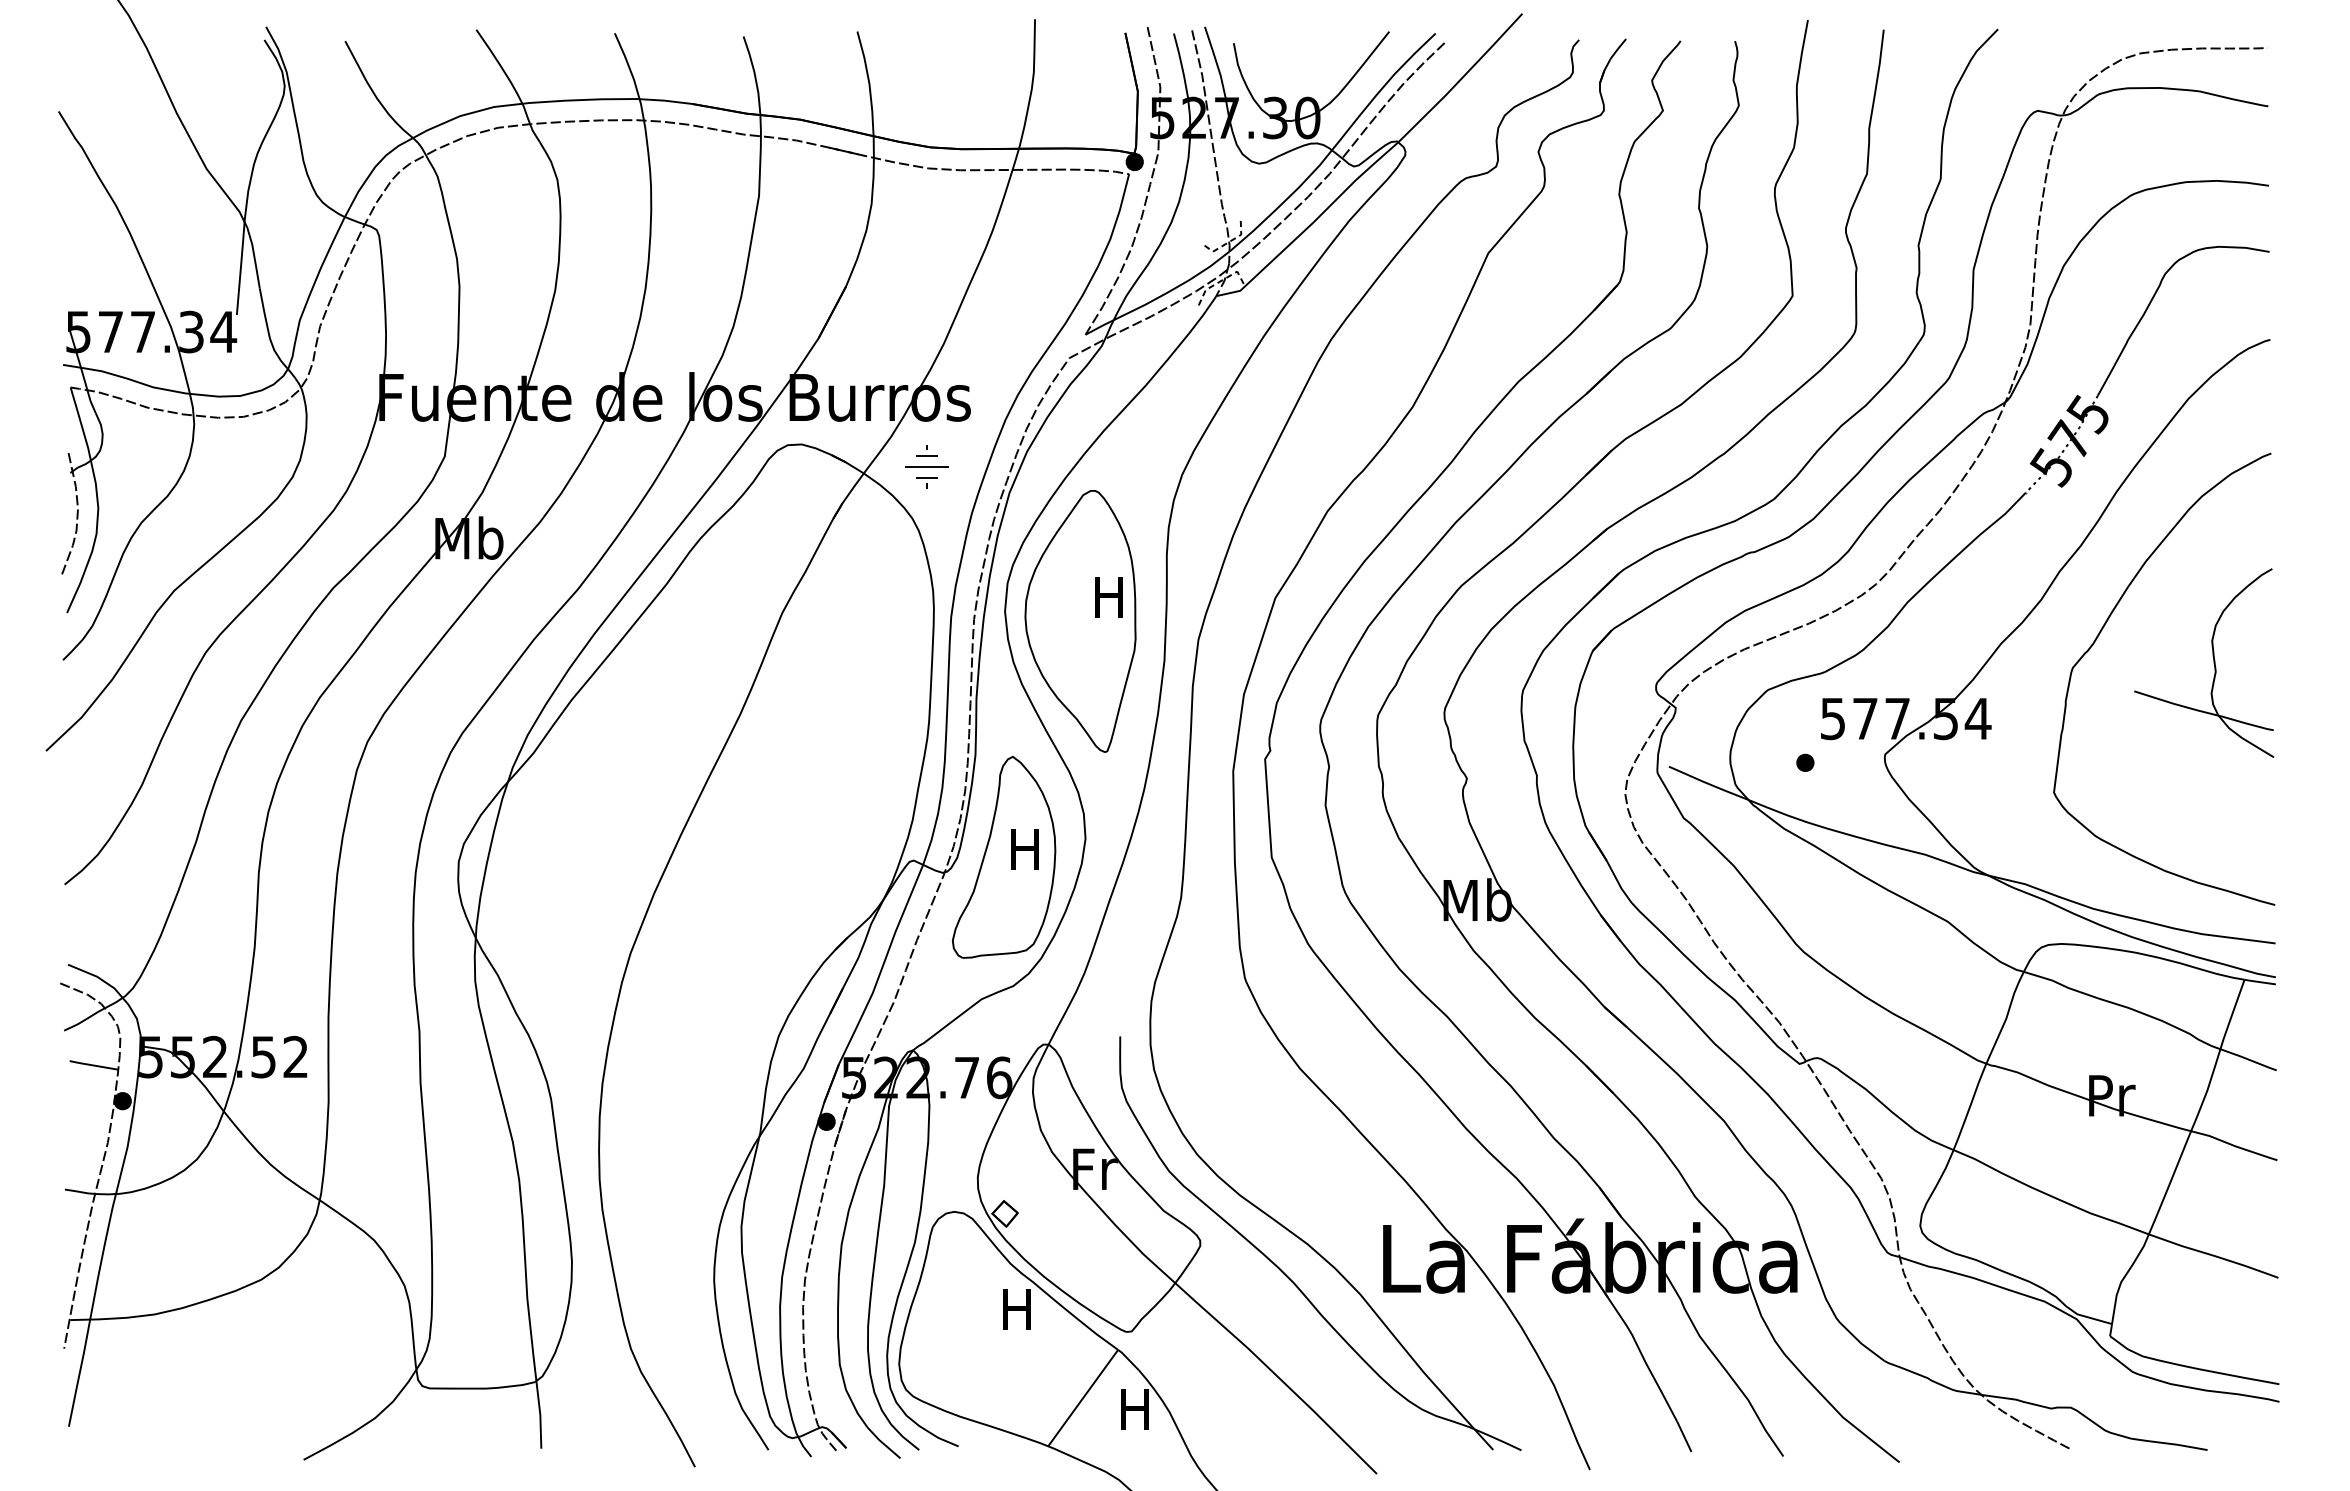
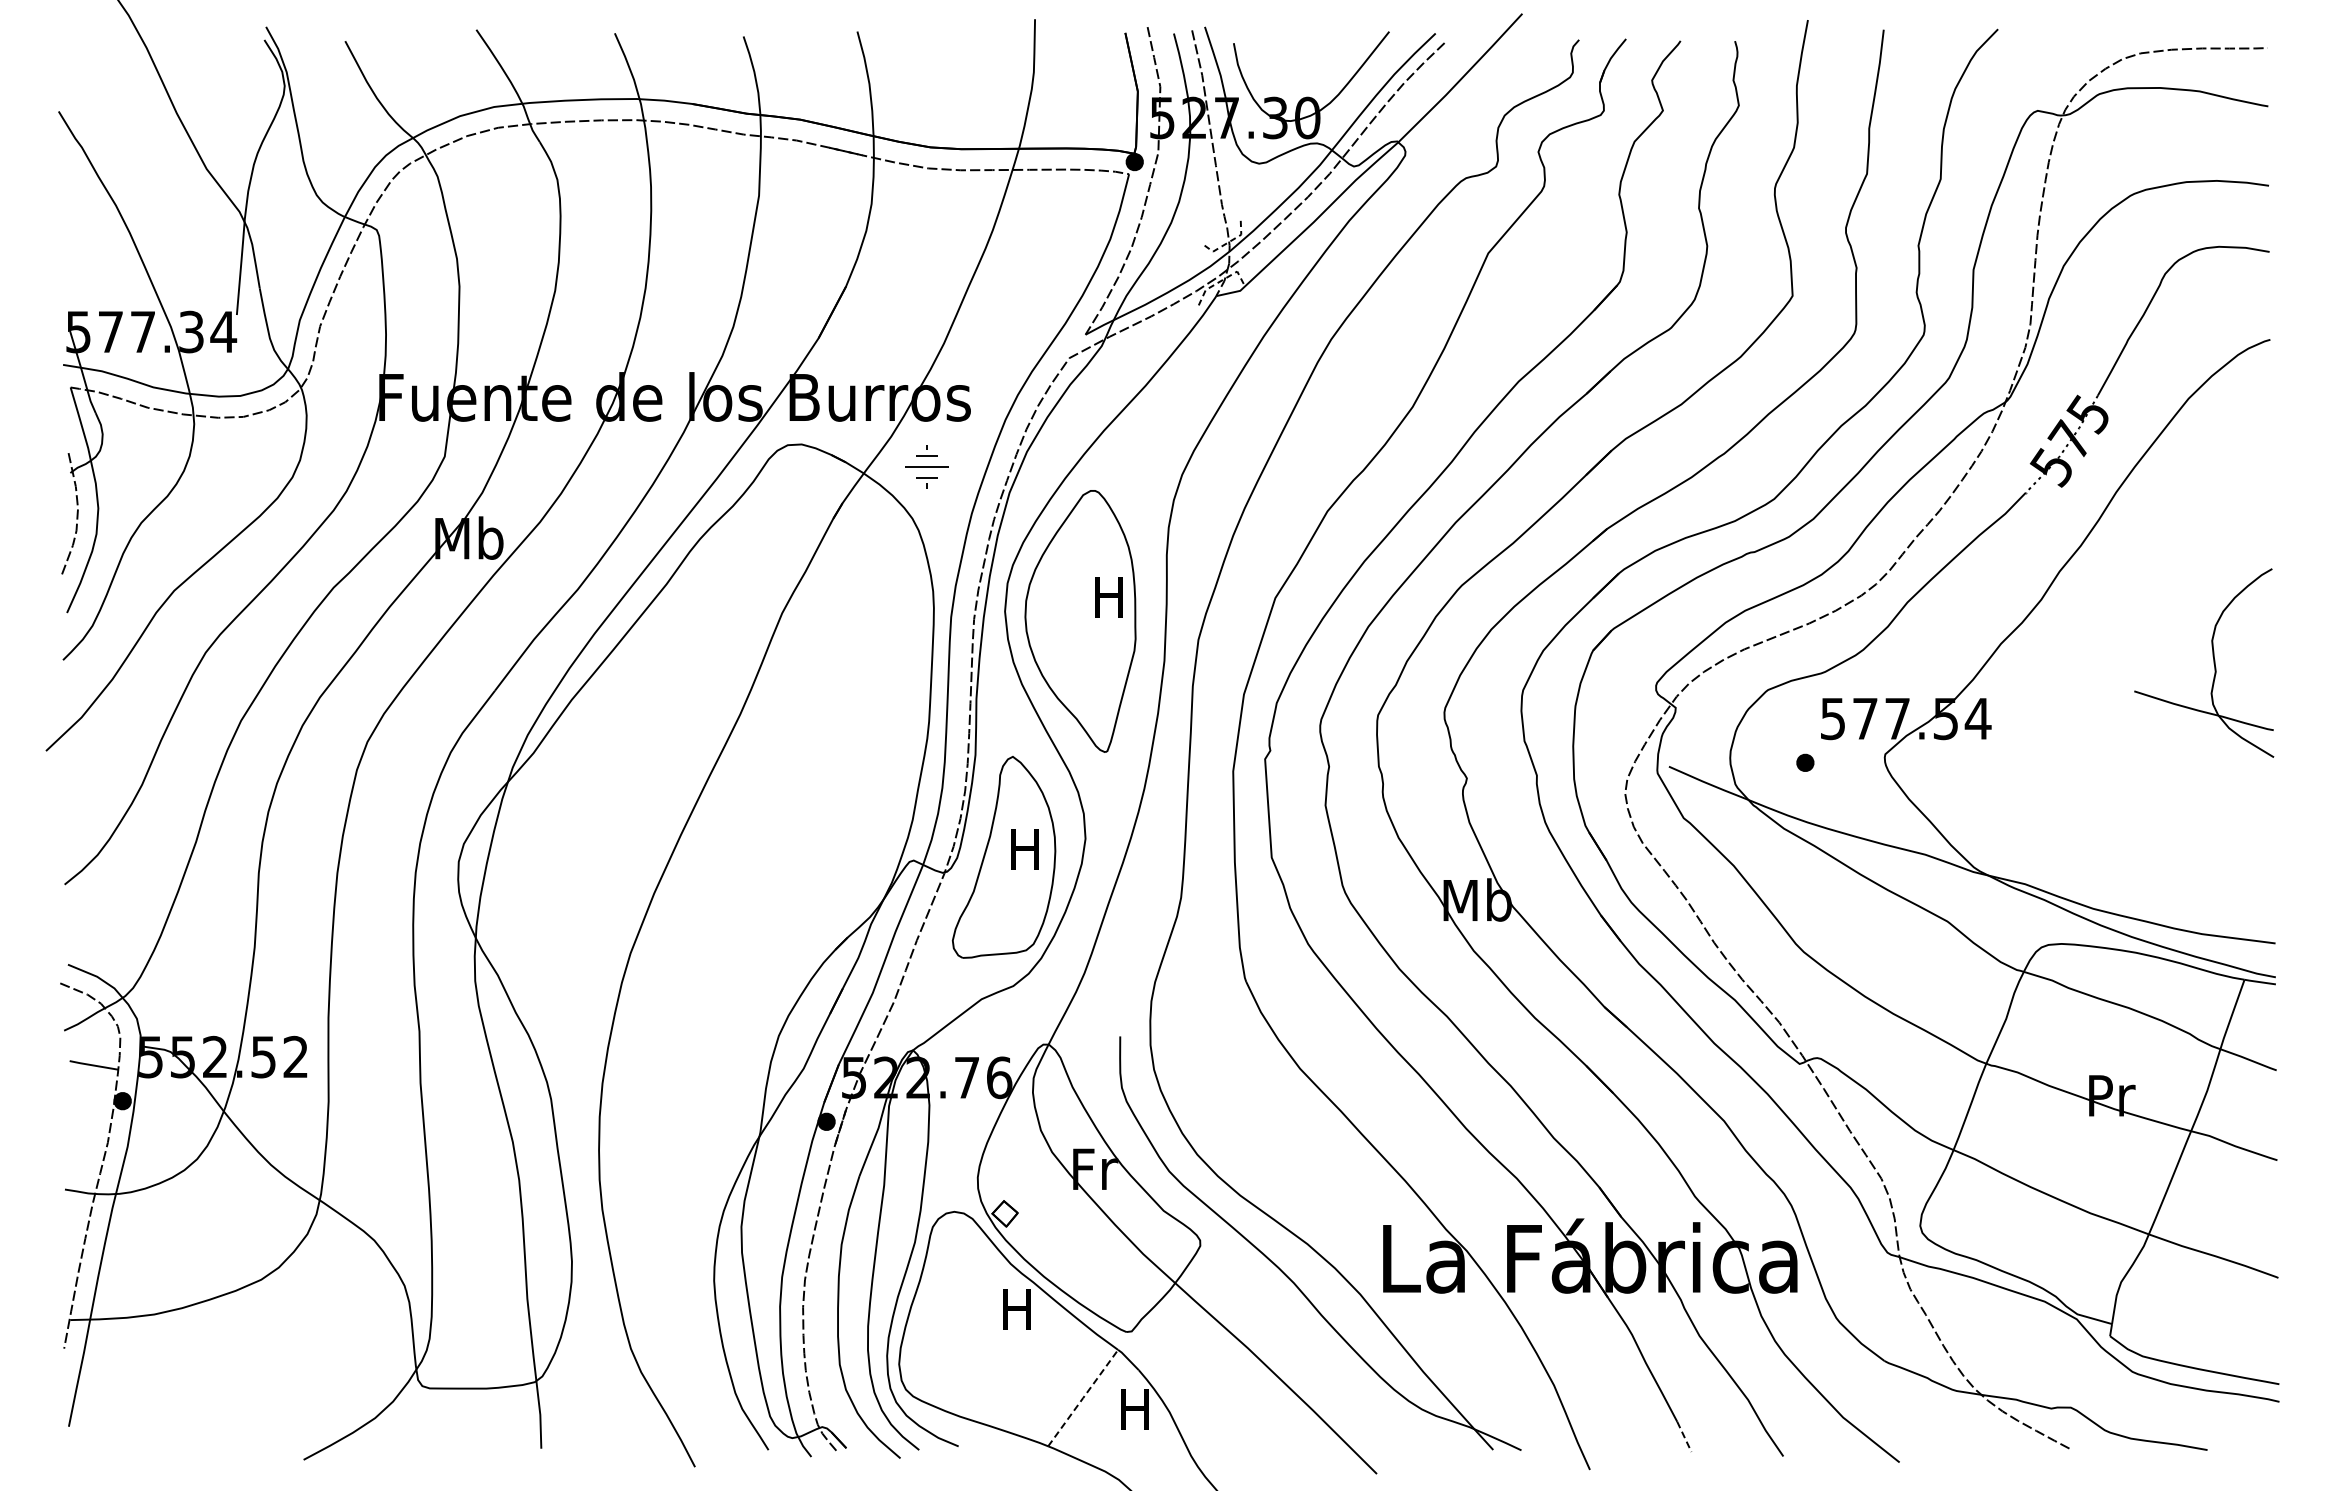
curve at (2098, 637): present -> none
line at (1083, 1398): solid -> dashed
line at (1684, 1436): solid -> dashed
